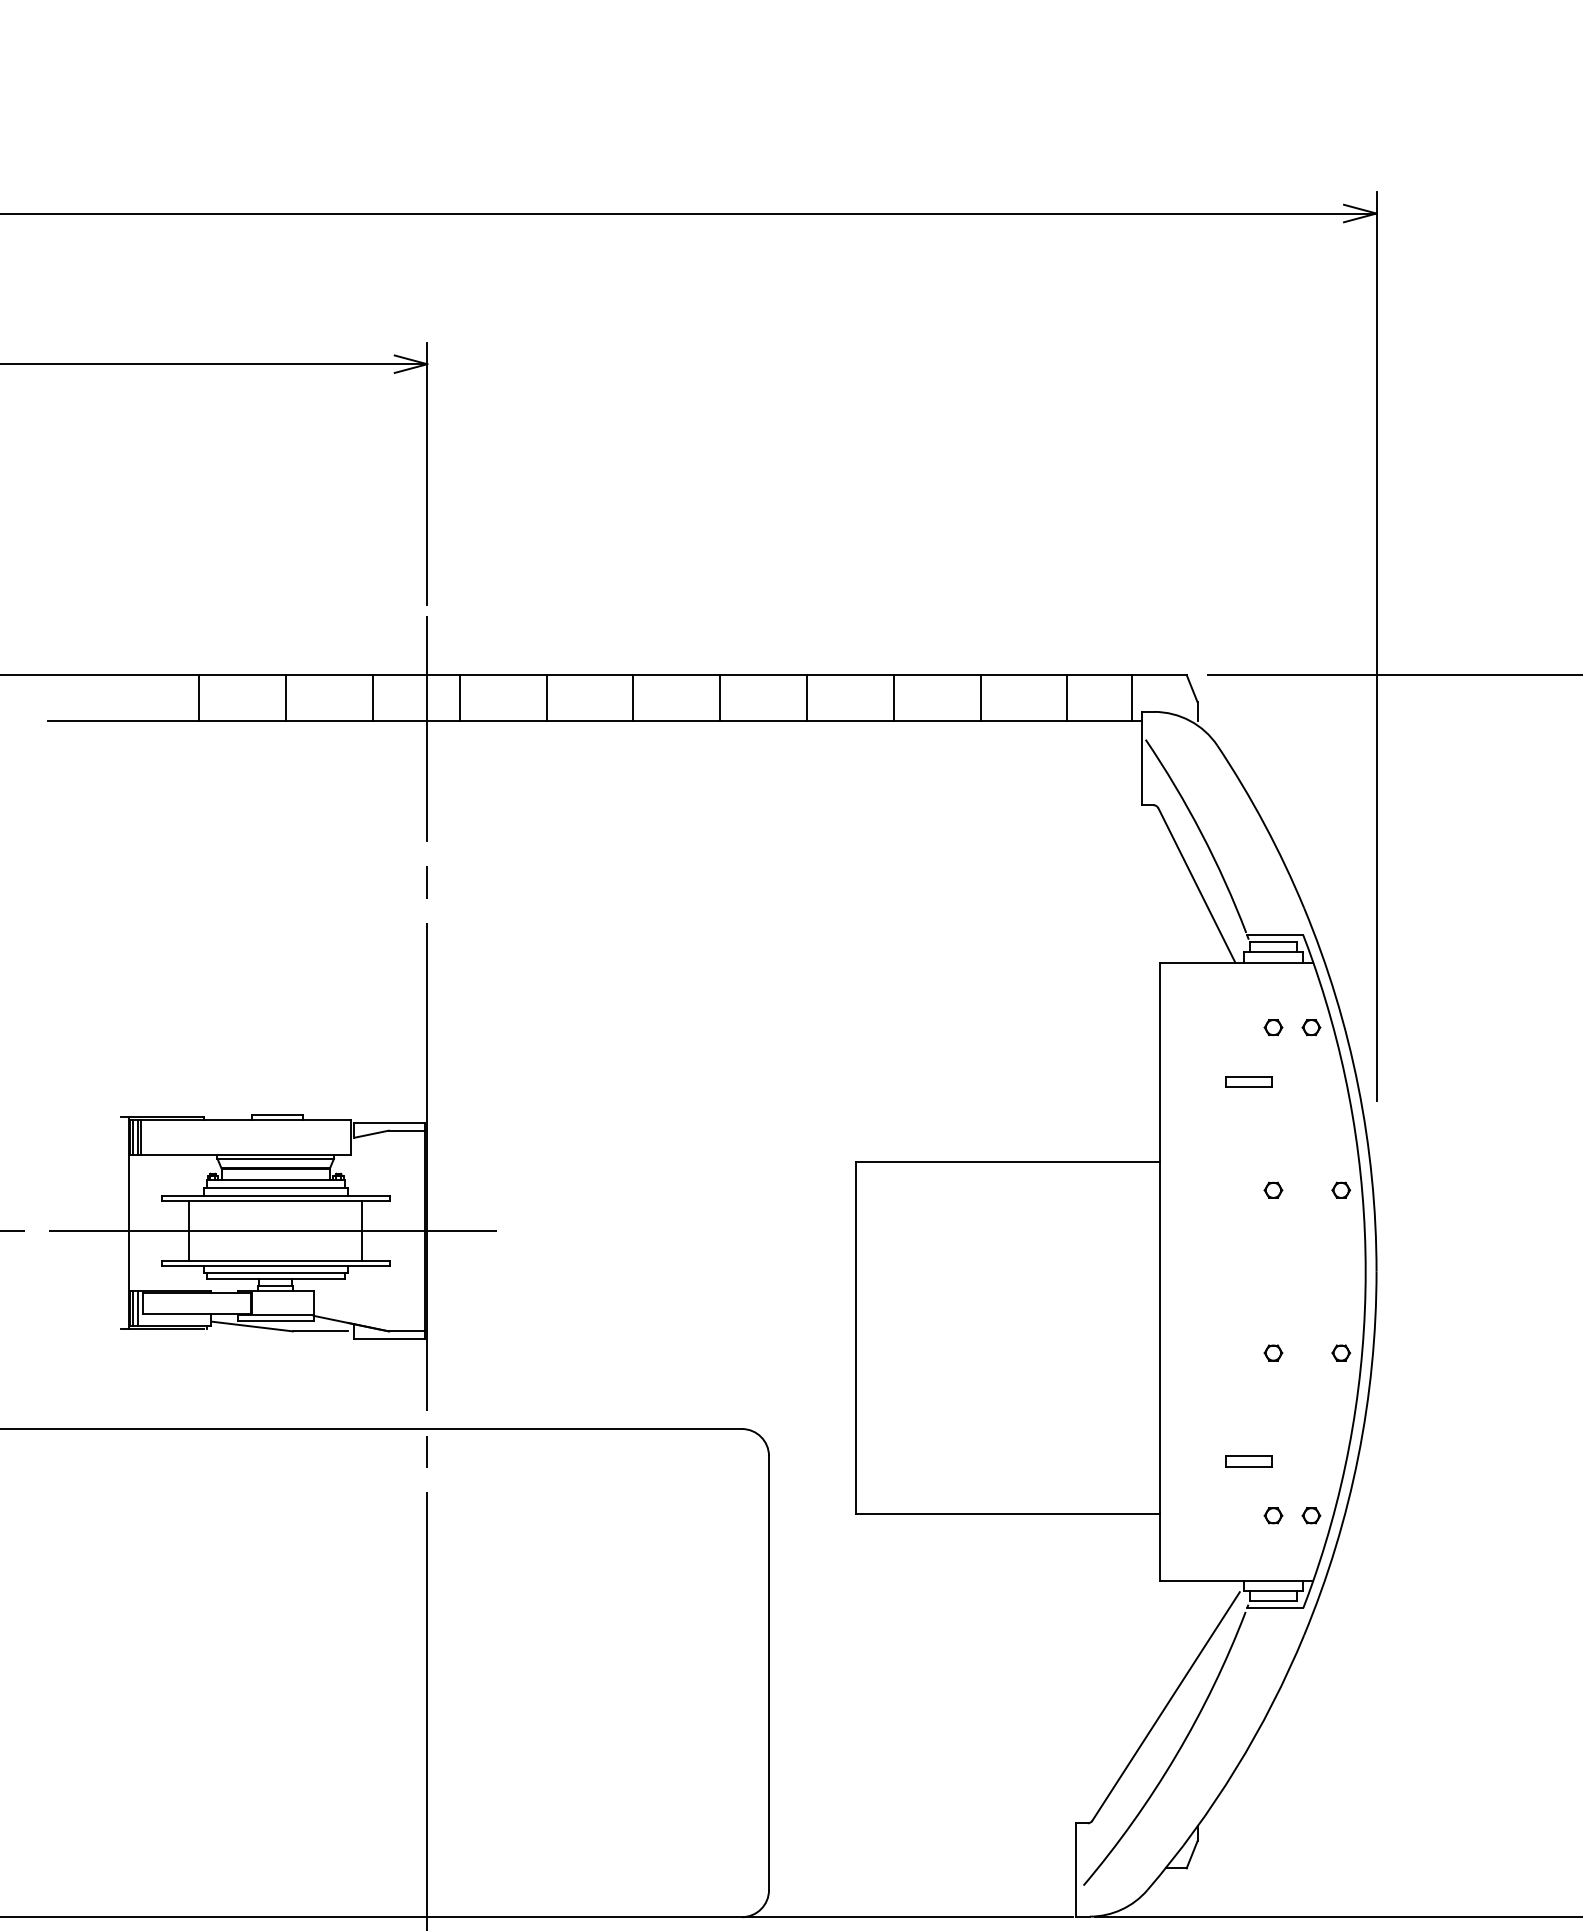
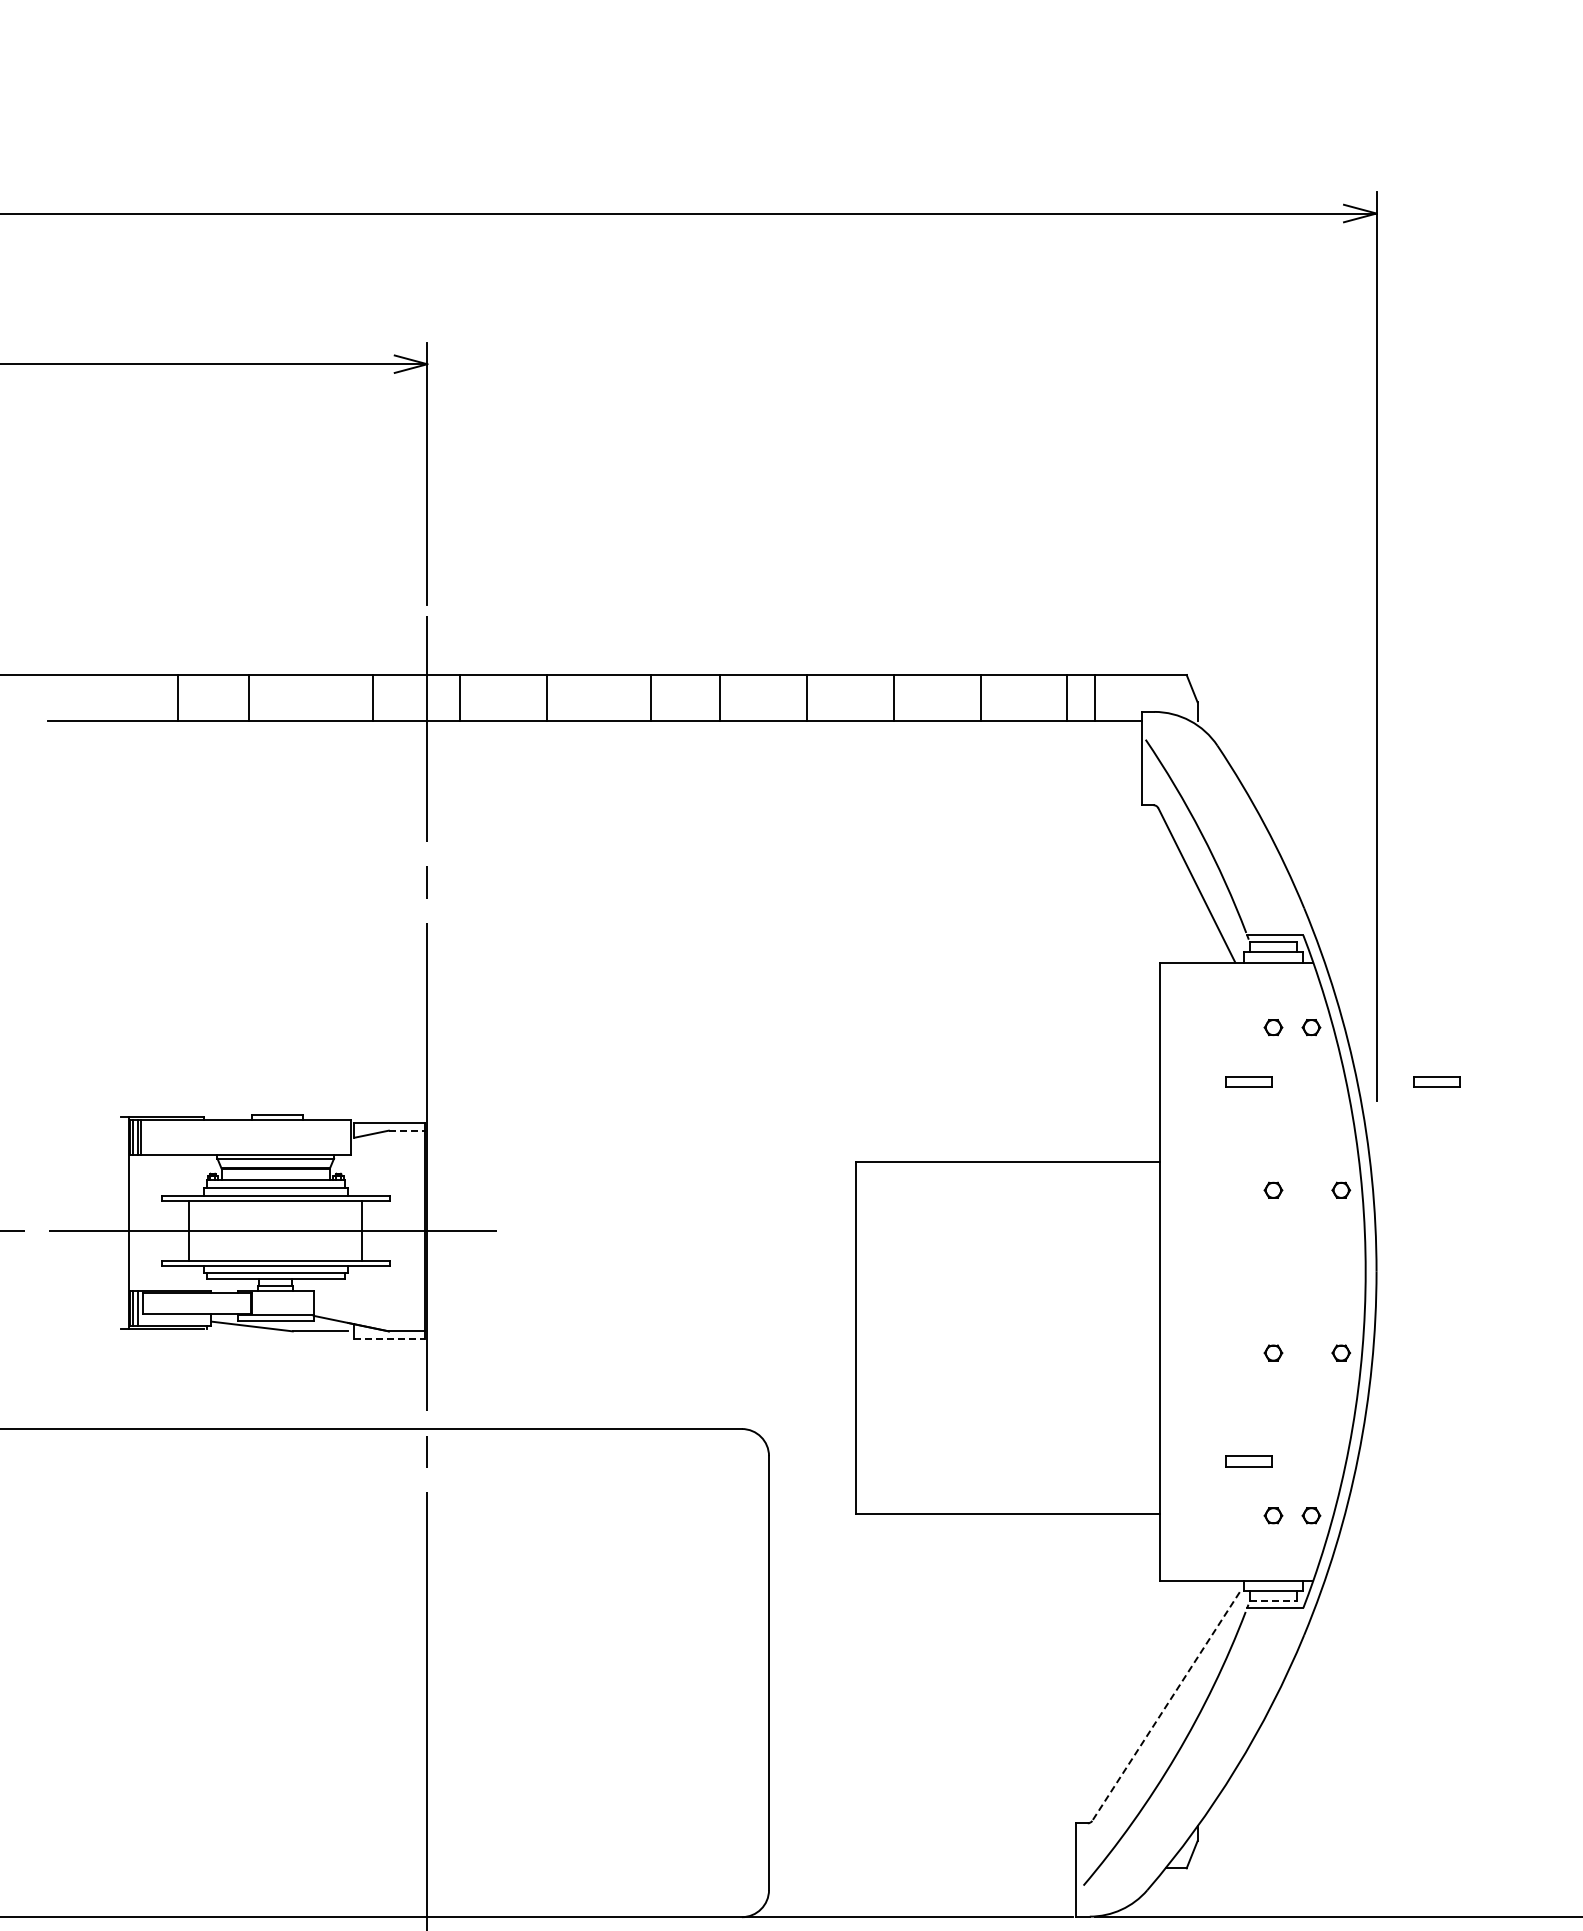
line at (1393, 675): present -> none
line at (199, 698) position: (199, 698) -> (178, 698)
line at (286, 698) position: (286, 698) -> (249, 698)
line at (633, 698) position: (633, 698) -> (651, 698)
line at (1132, 698) position: (1132, 698) -> (1095, 698)
part at (1436, 1081): none -> present
line at (407, 1130): solid -> dashed
line at (389, 1338): solid -> dashed
line at (1273, 1601): solid -> dashed
line at (1165, 1706): solid -> dashed
